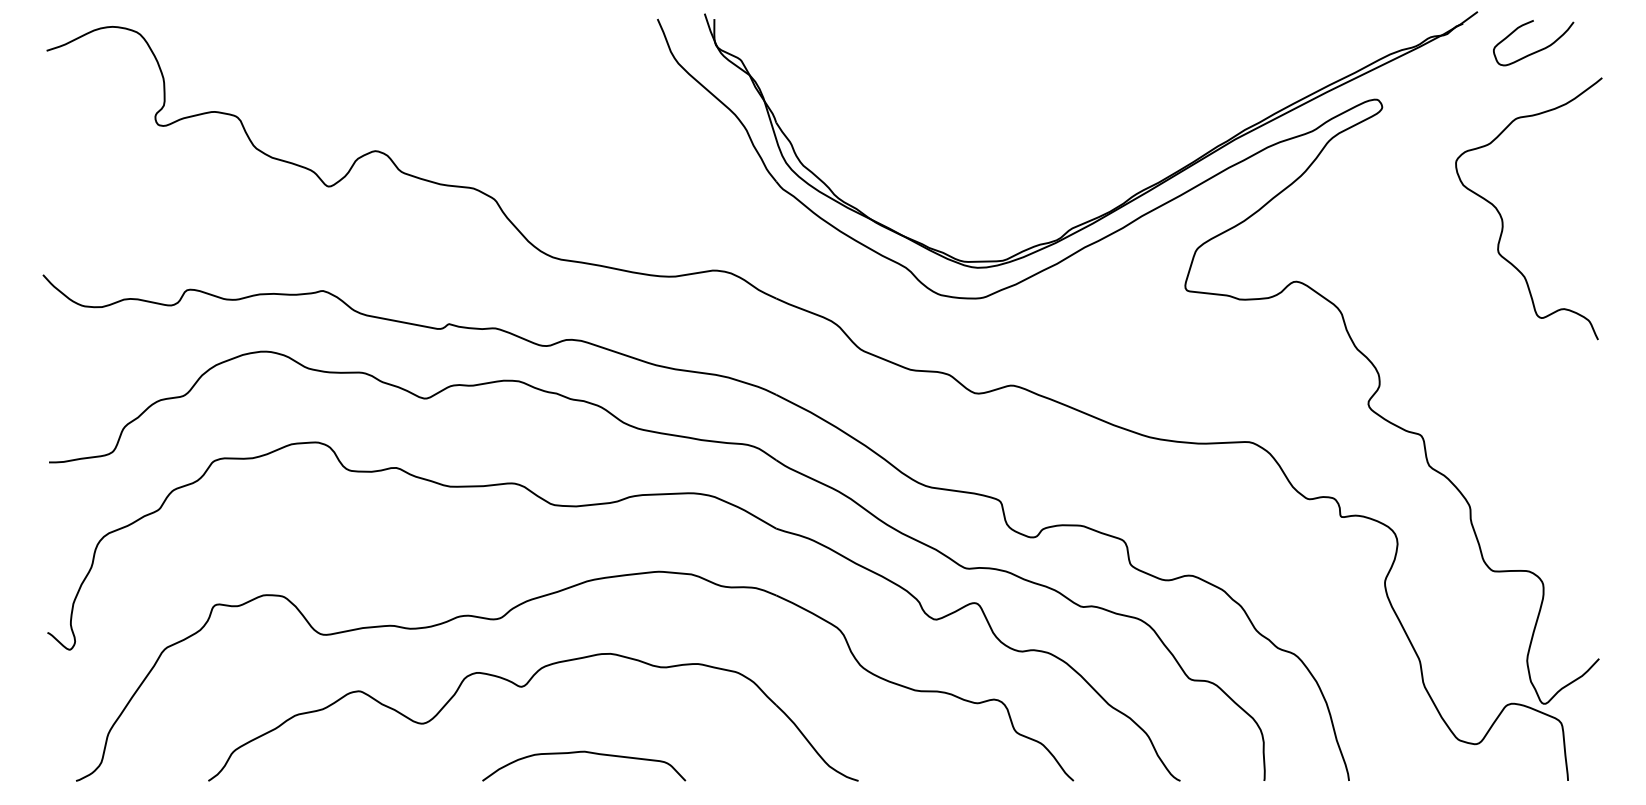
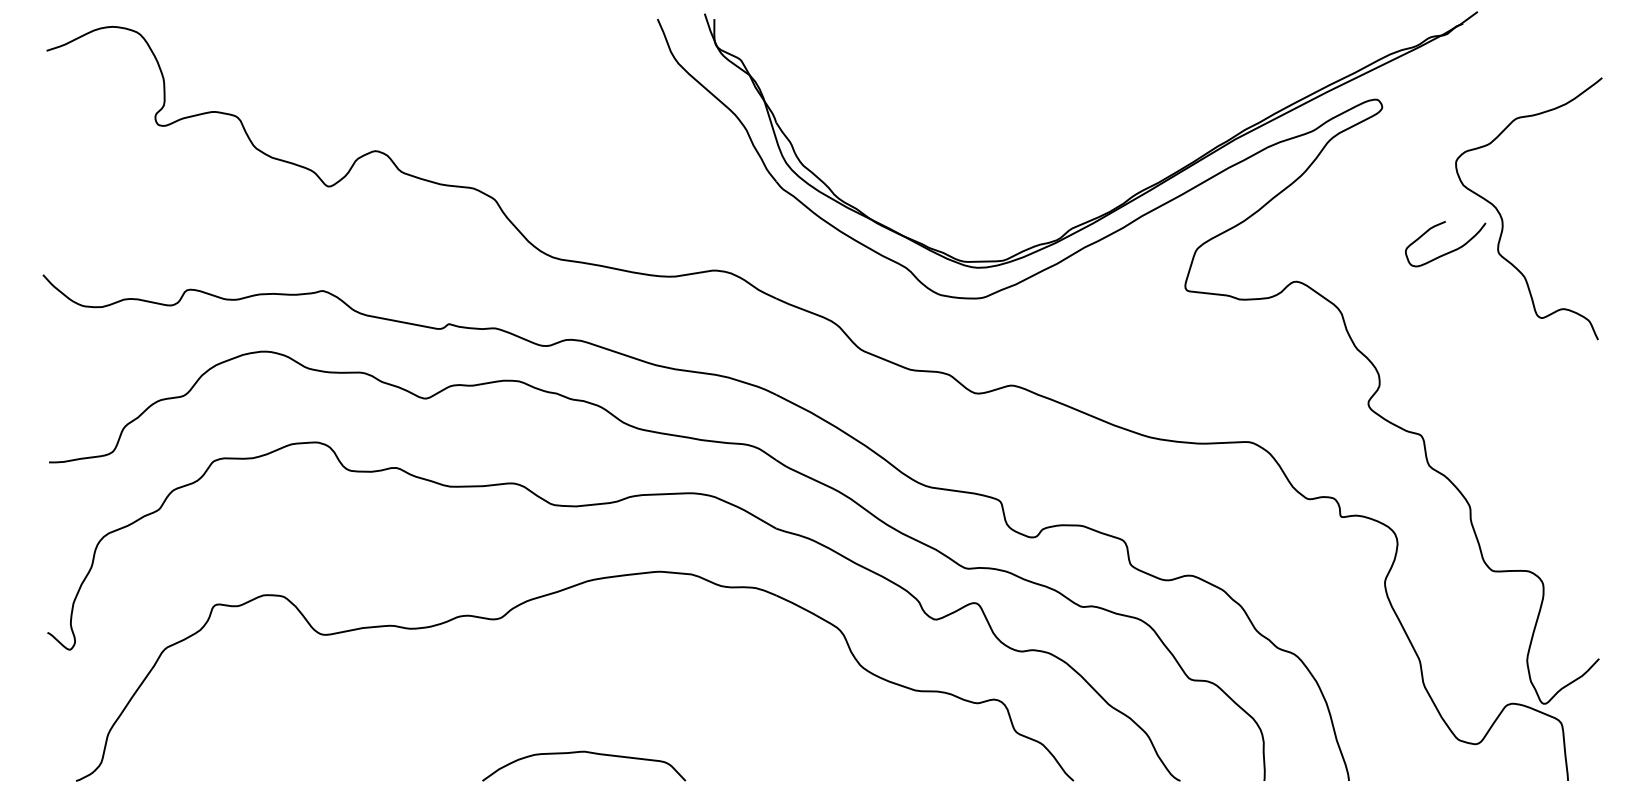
curve at (1537, 50) position: (1537, 50) -> (1449, 251)
part at (523, 687): present -> none
